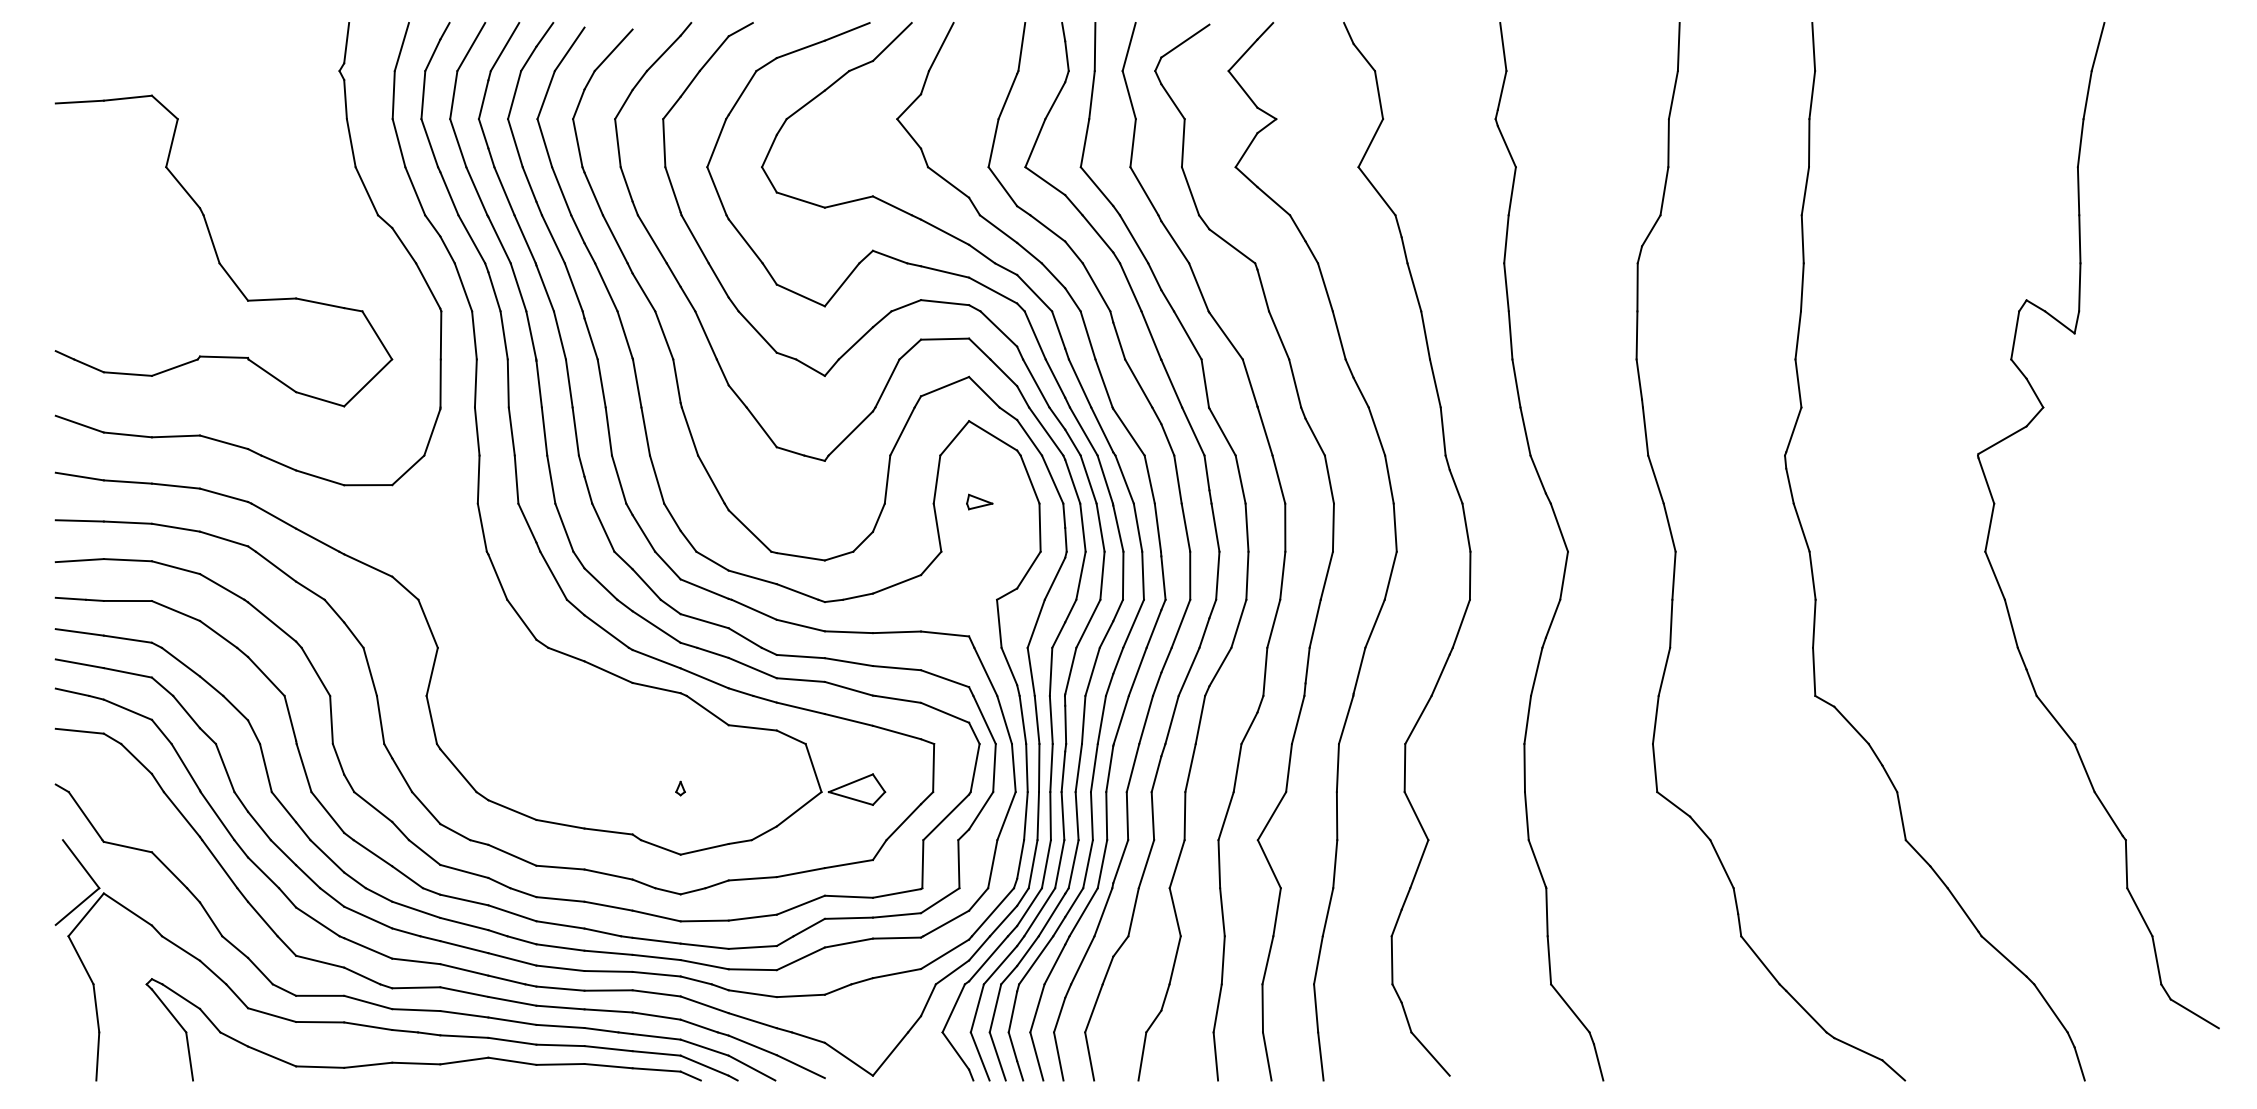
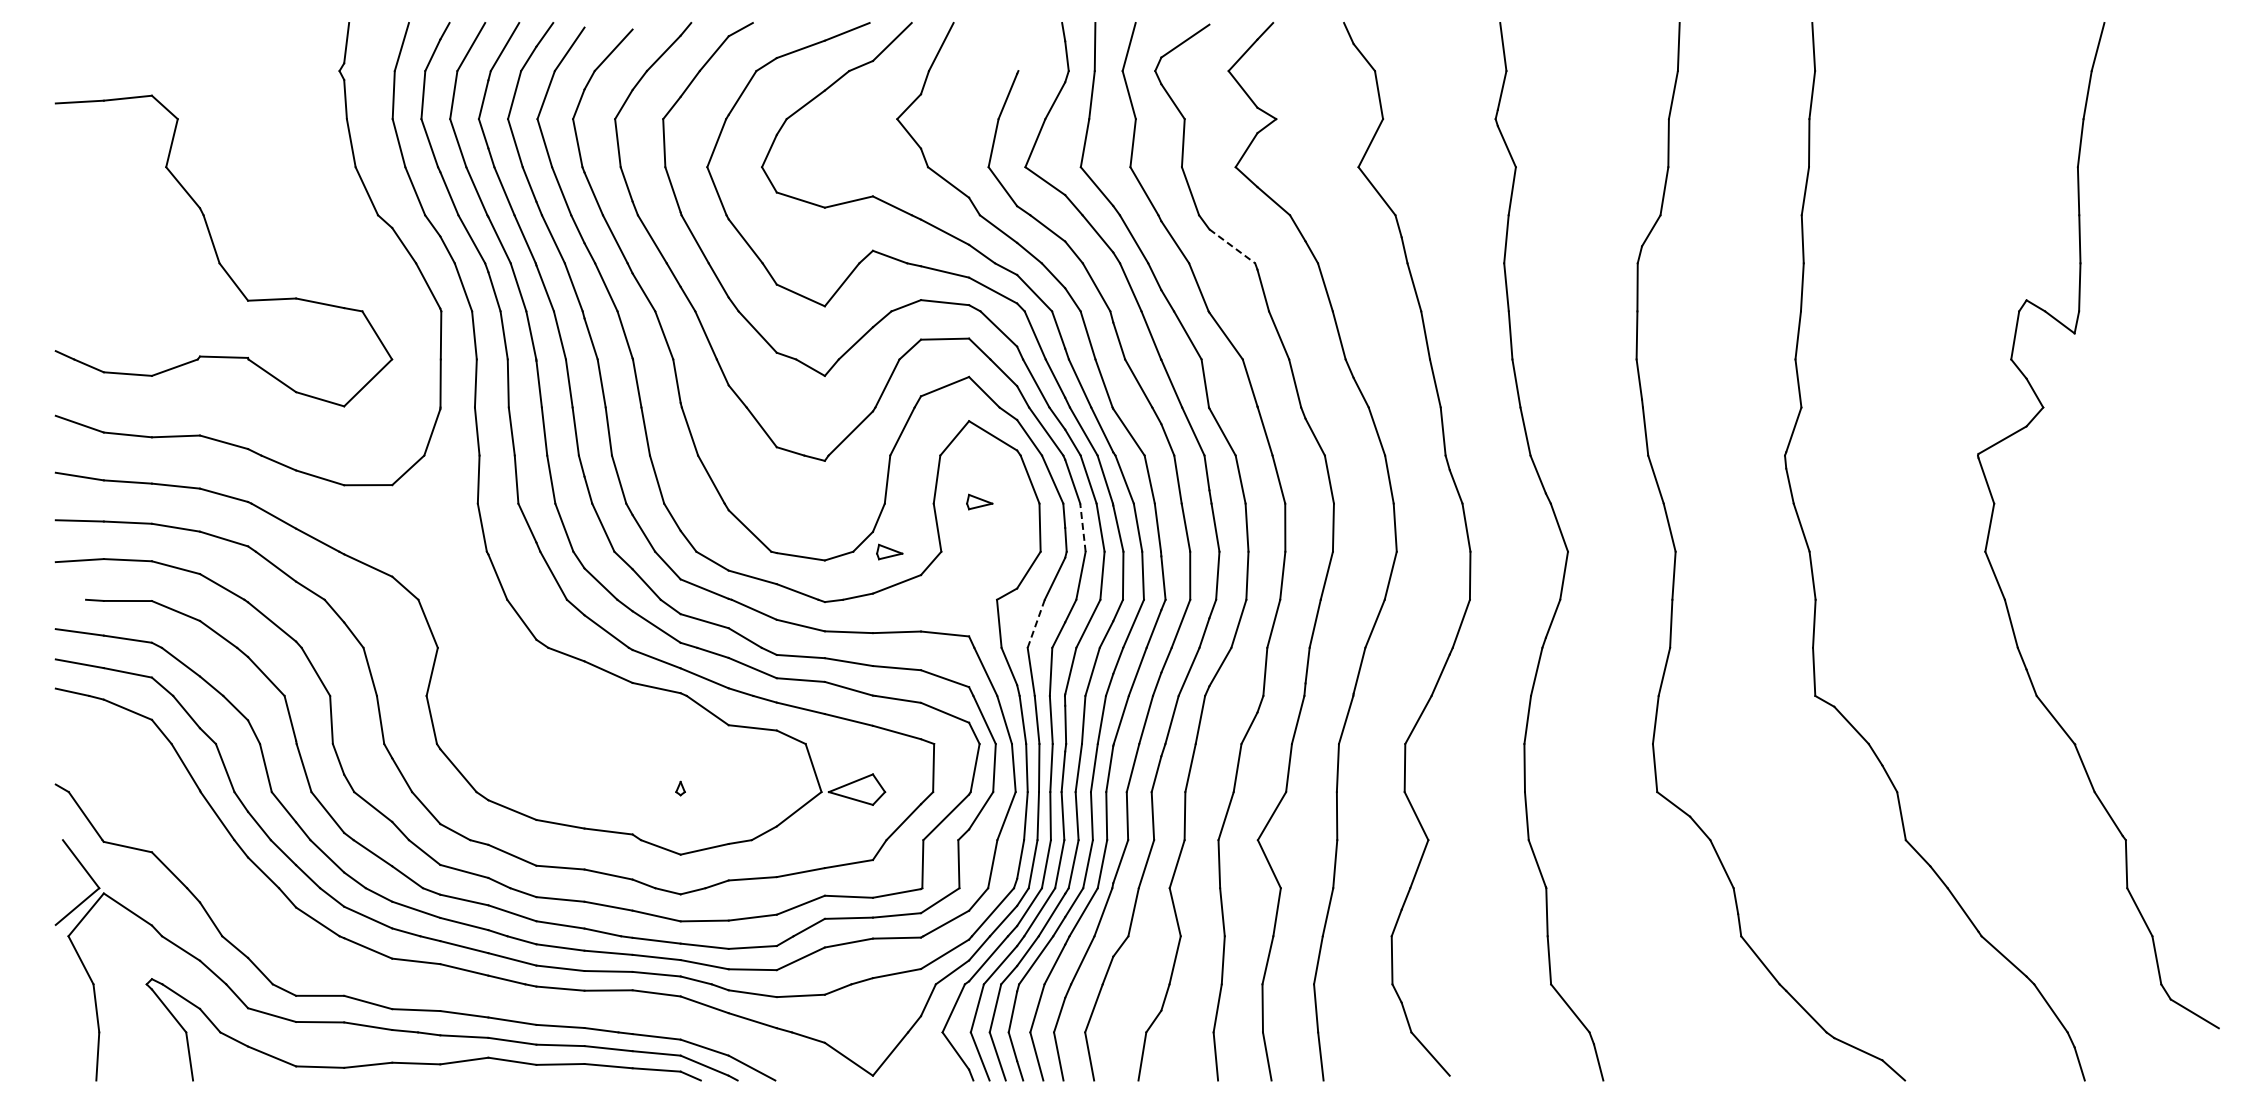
line at (1021, 47): present -> none
line at (1232, 246): solid -> dashed
line at (1082, 527): solid -> dashed
part at (889, 551): none -> present
line at (70, 598): present -> none
line at (1036, 623): solid -> dashed
part at (439, 986): present -> none
